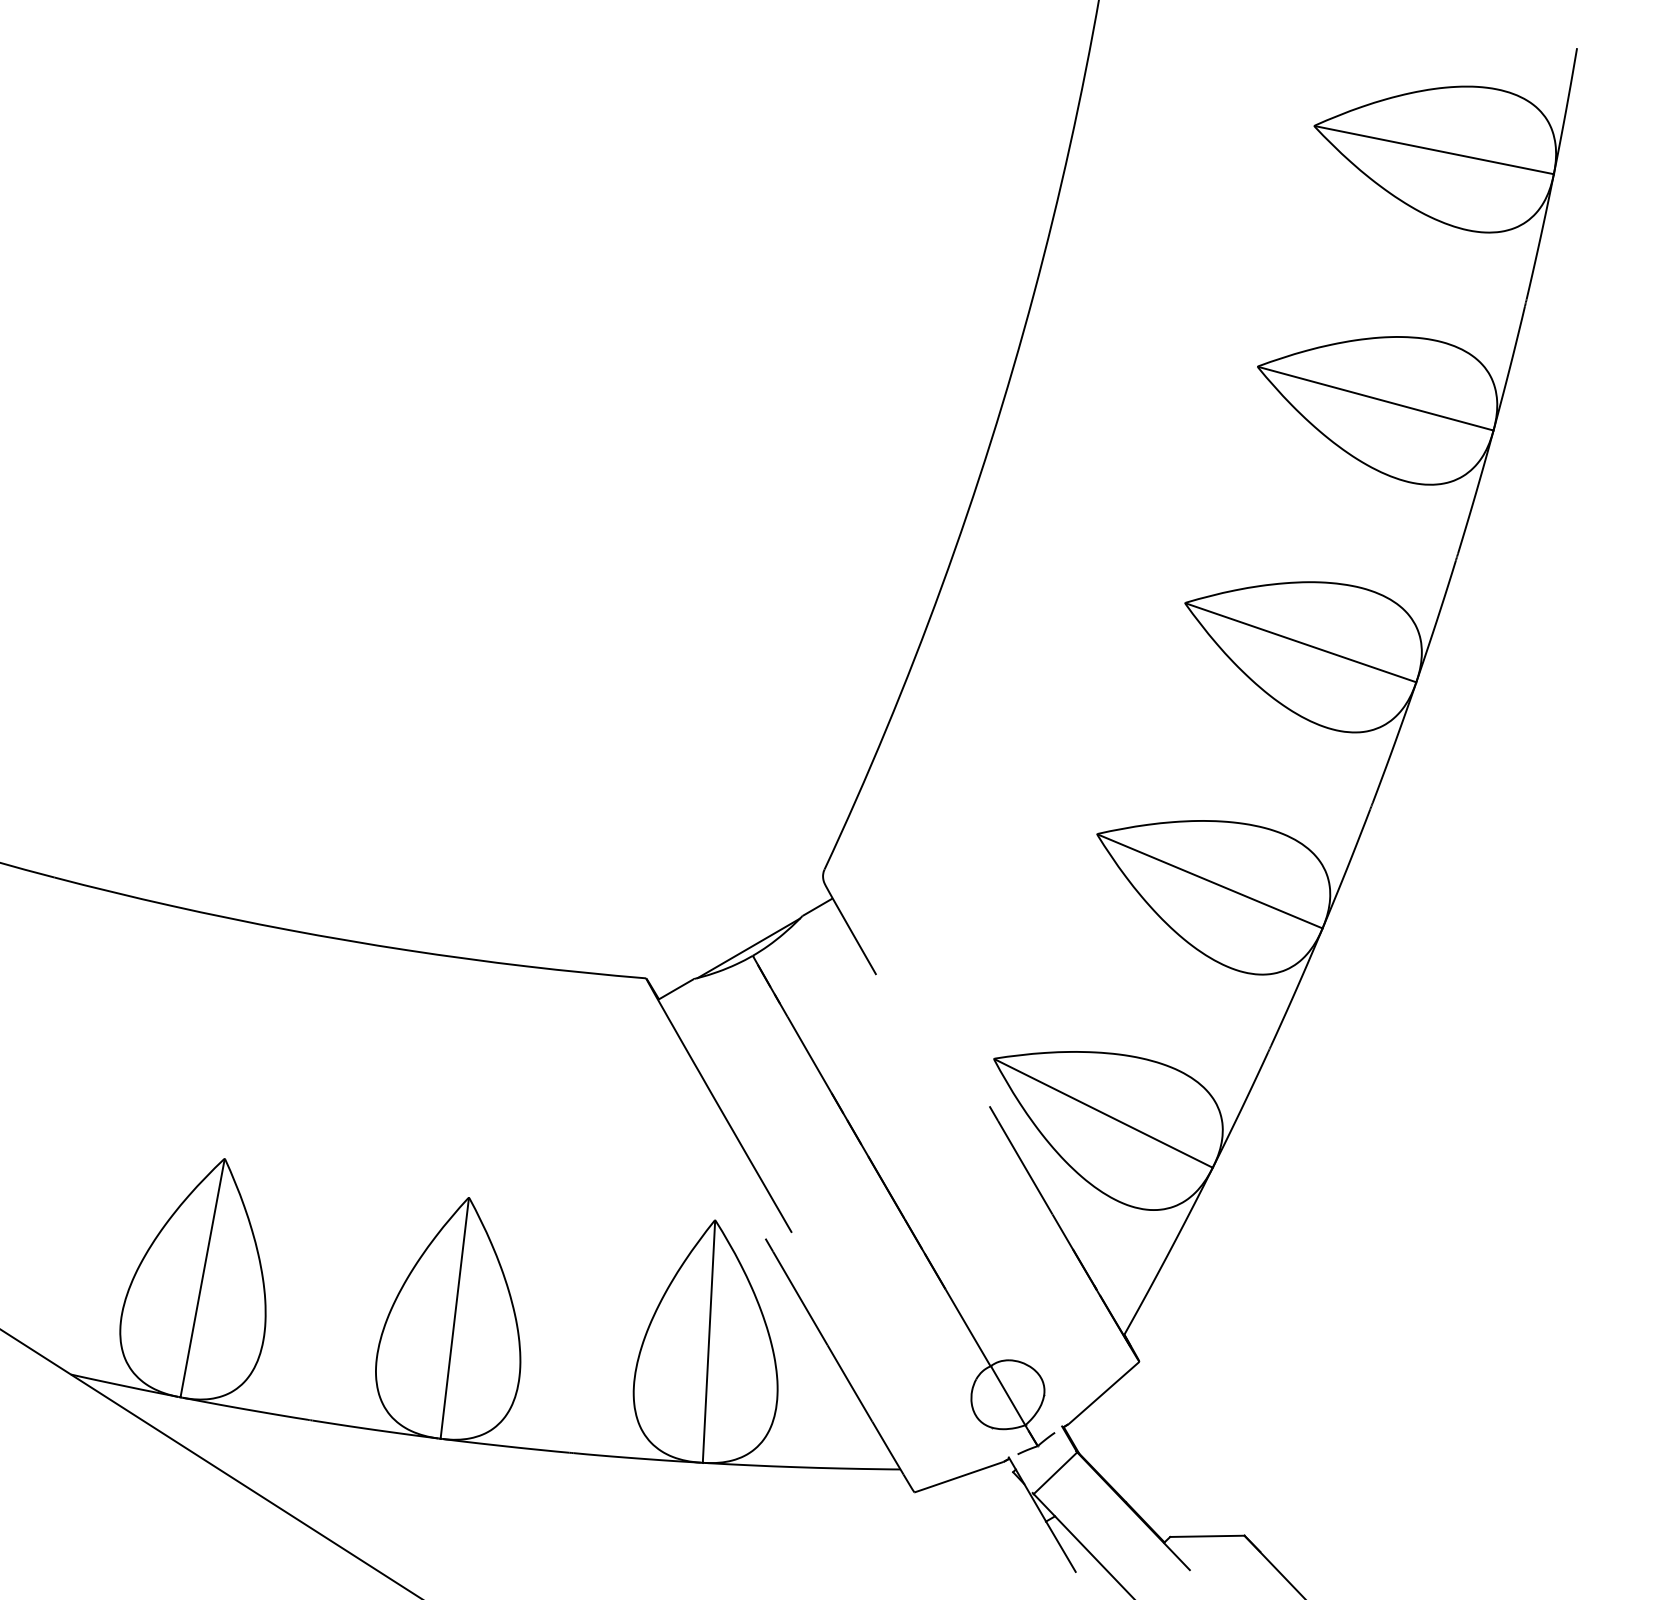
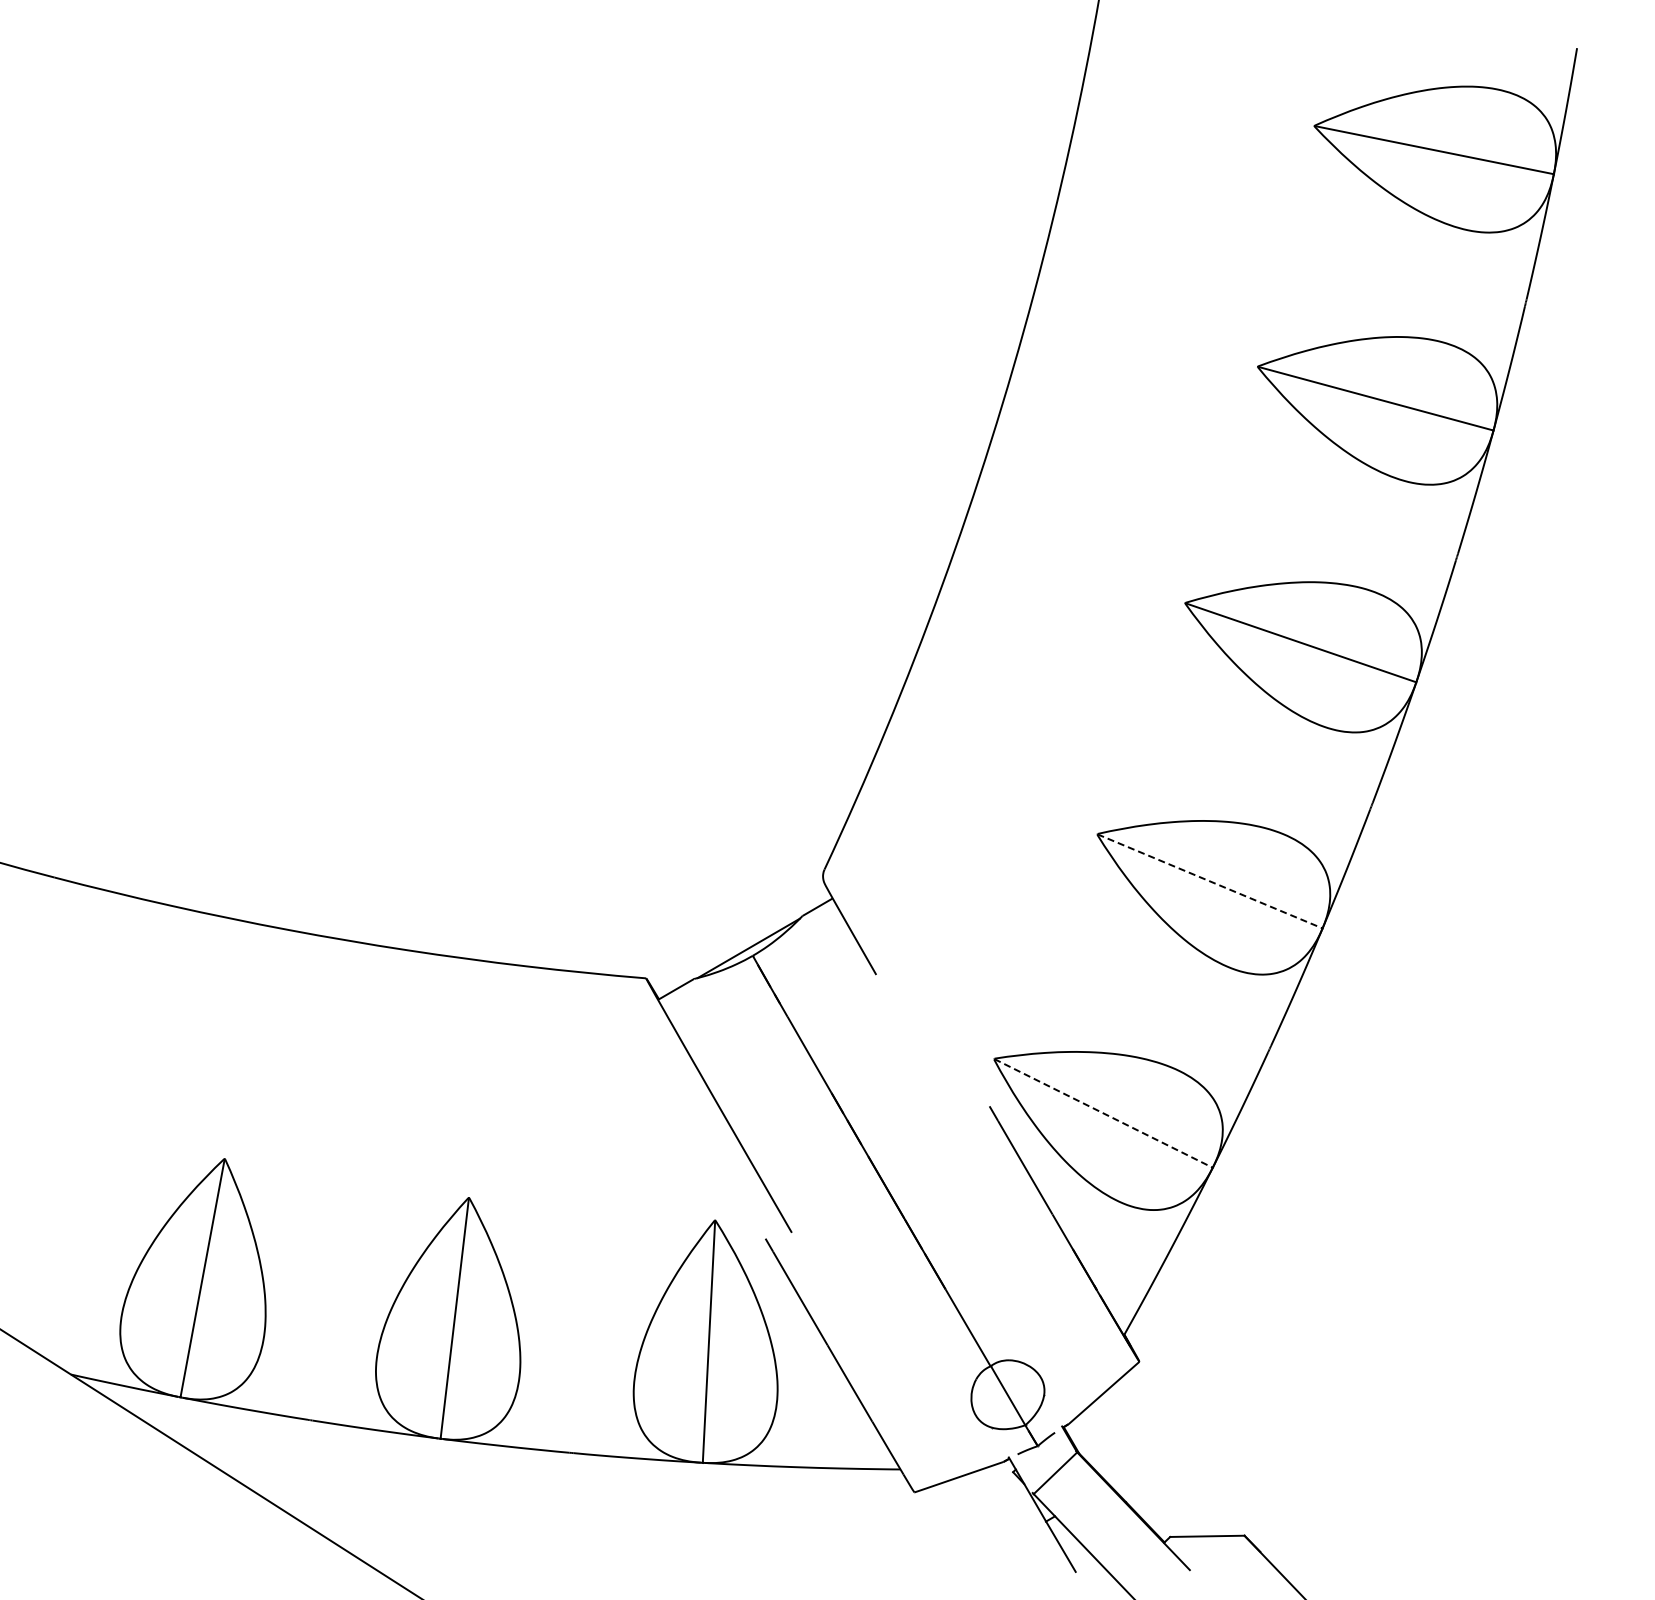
line at (1209, 881): solid -> dashed
line at (1103, 1113): solid -> dashed
